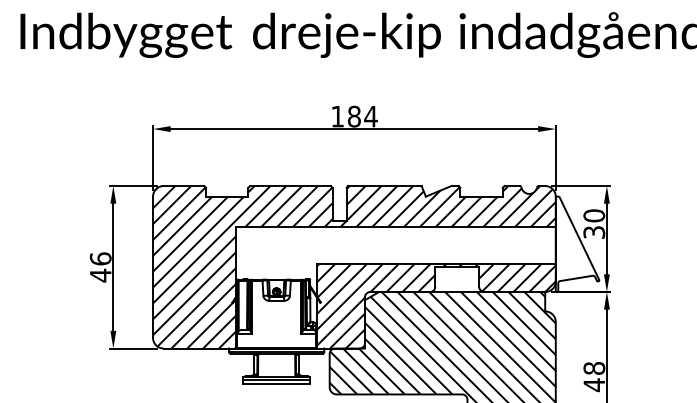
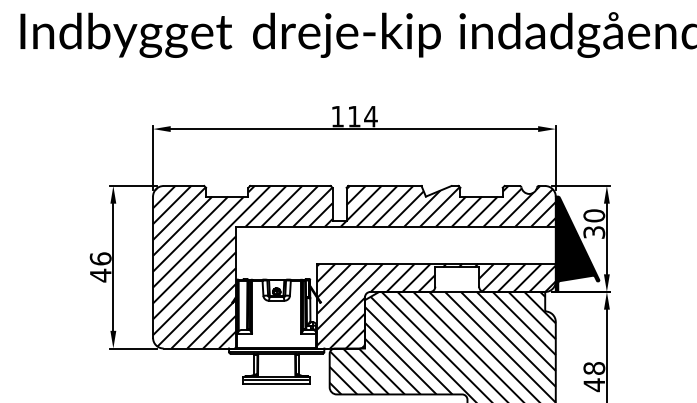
text at (354, 116): 184 -> 114
fill at (577, 244): none -> present
